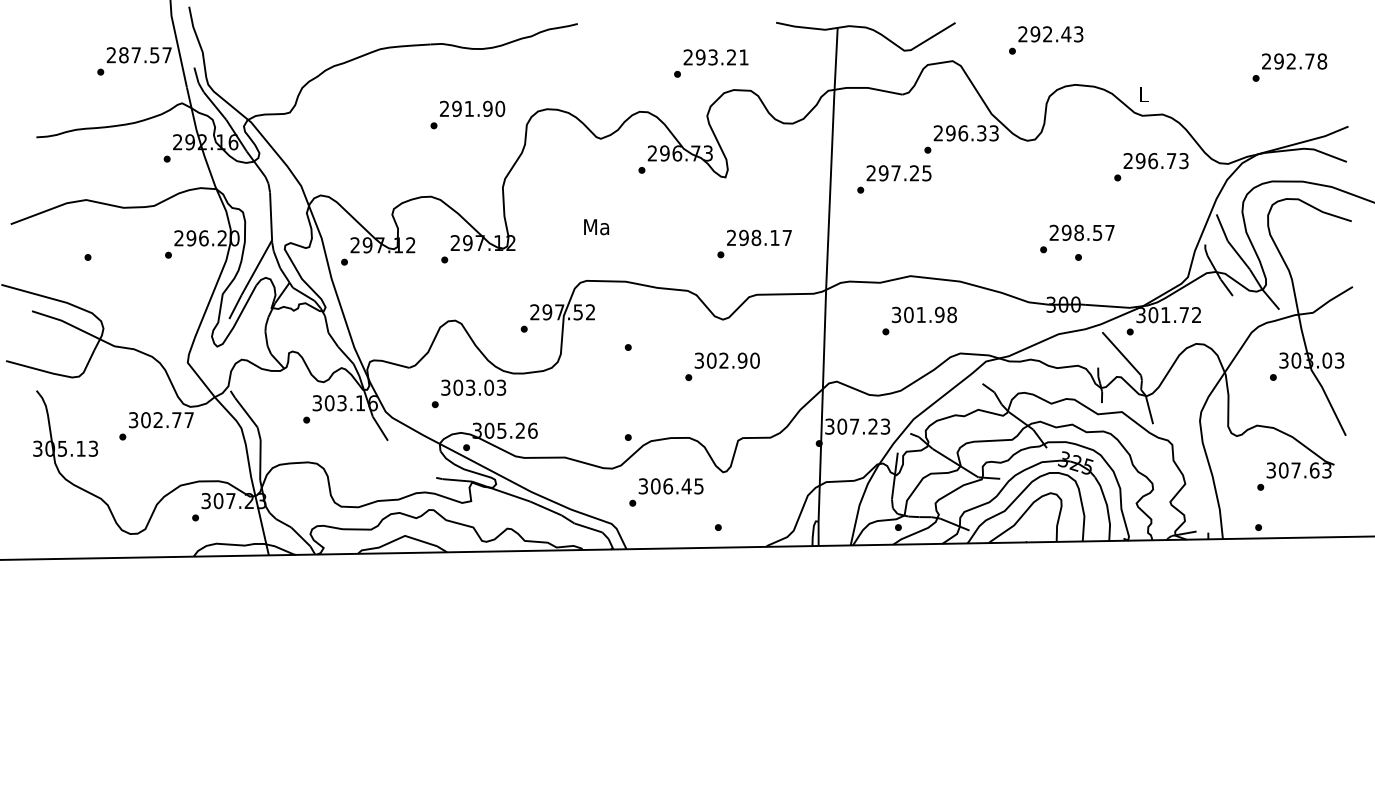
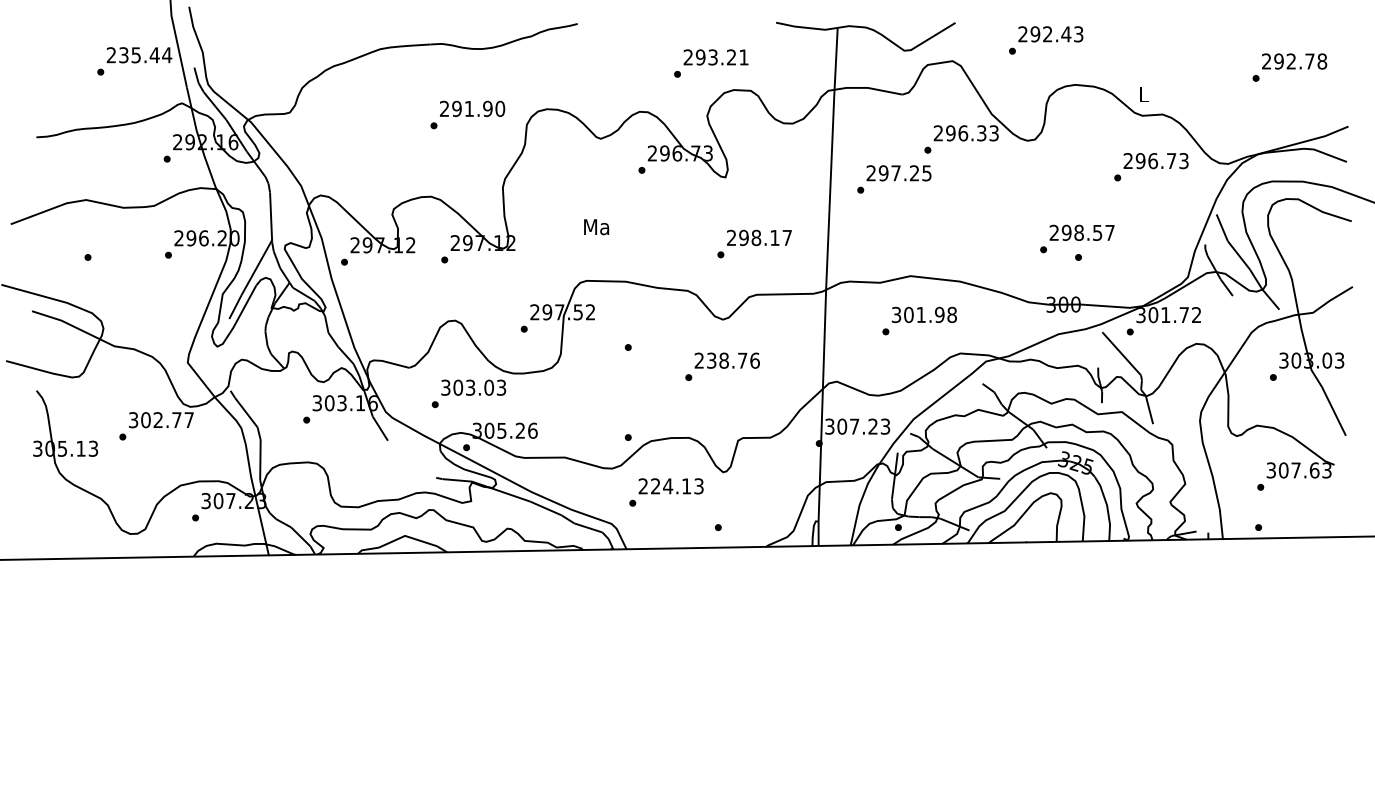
text at (145, 55): 287.57 -> 235.44
text at (726, 360): 302.90 -> 238.76
text at (670, 486): 306.45 -> 224.13
